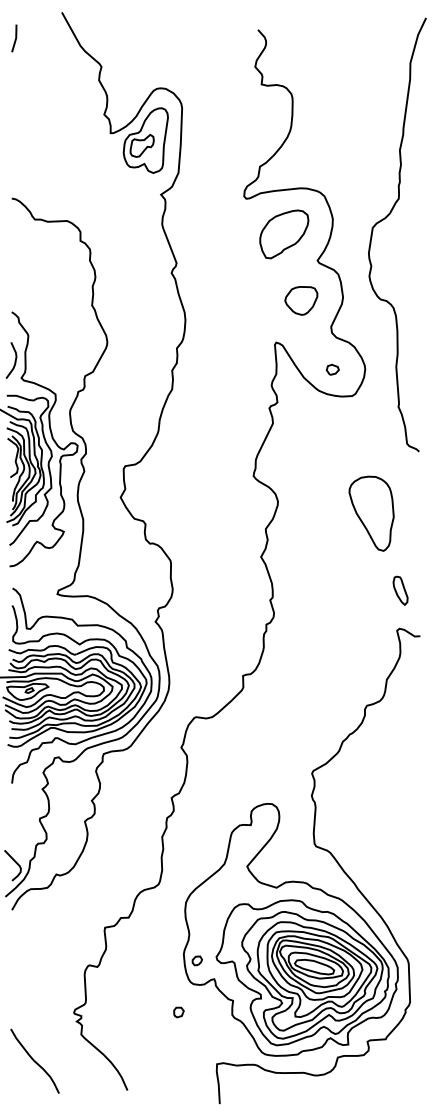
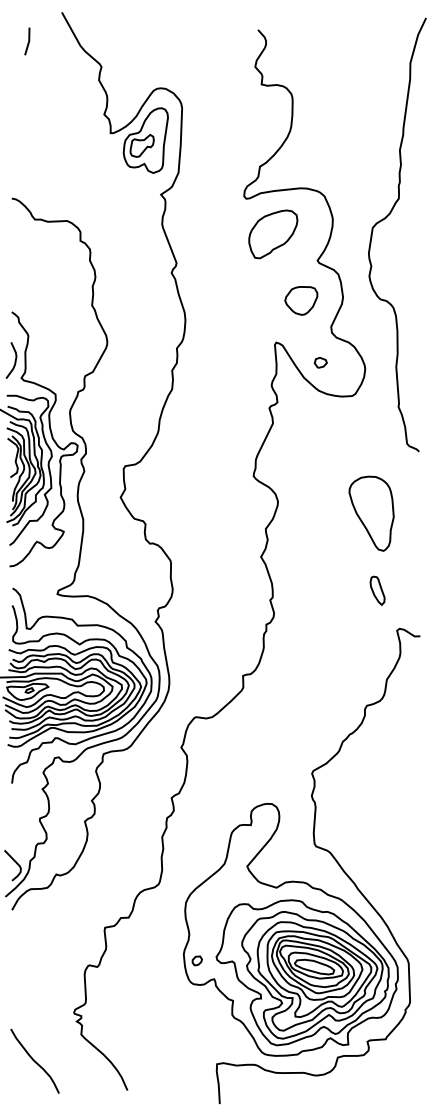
line at (15, 38) position: (15, 38) -> (28, 41)
part at (284, 234) position: (284, 234) -> (273, 234)
part at (332, 369) position: (332, 369) -> (320, 362)
part at (400, 590) position: (400, 590) -> (377, 590)
part at (178, 1012): present -> none
